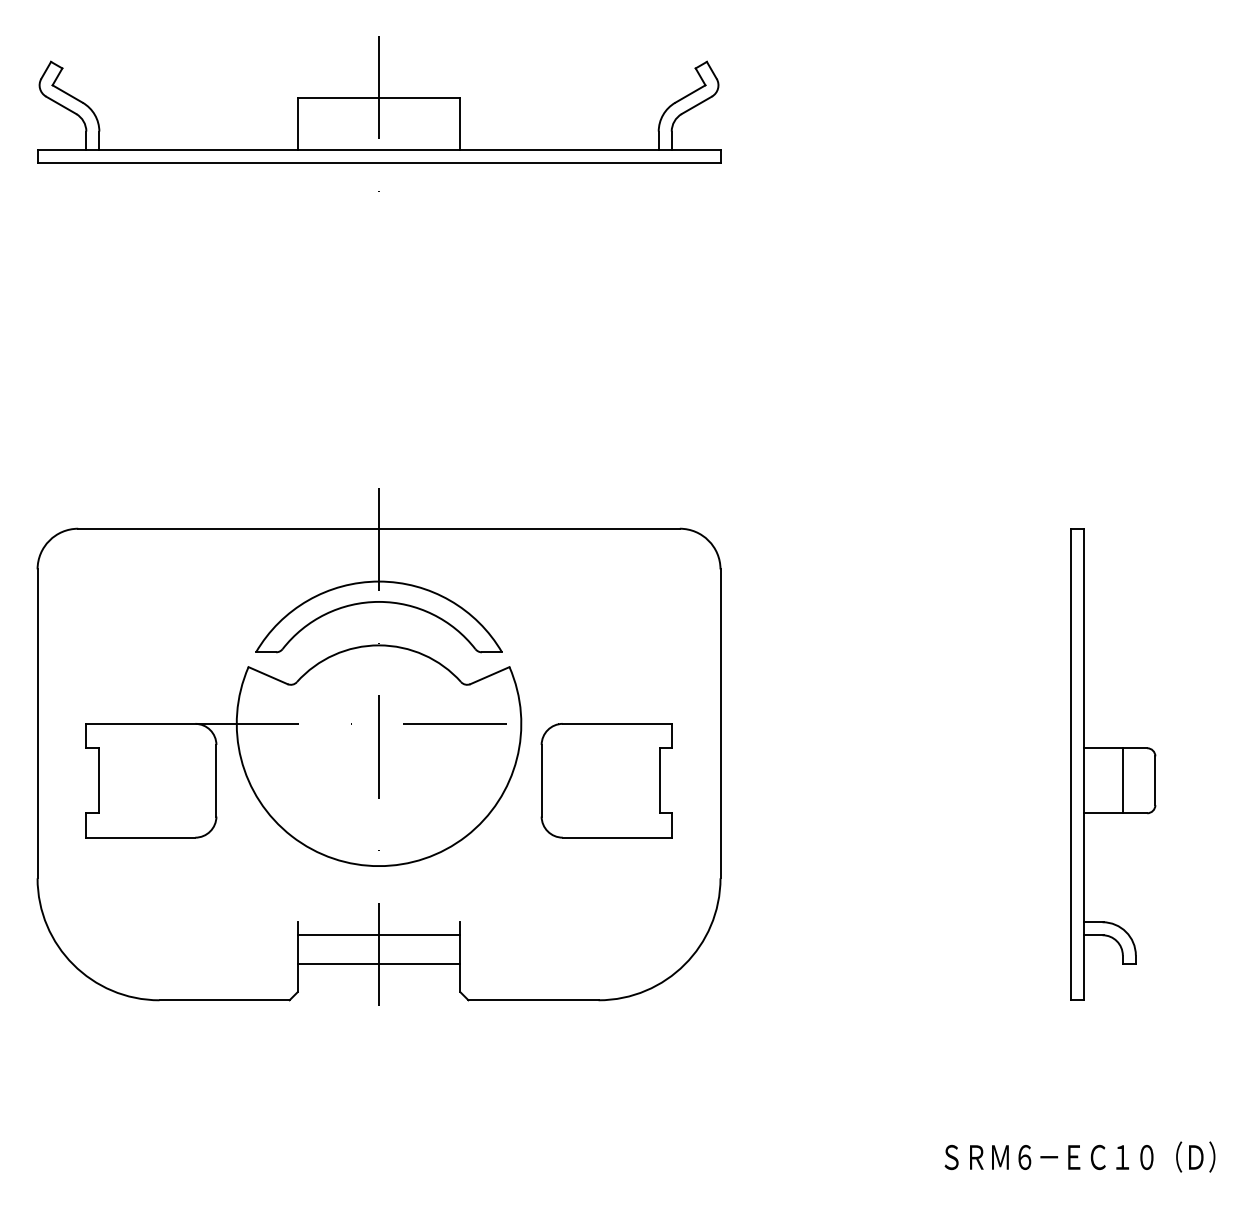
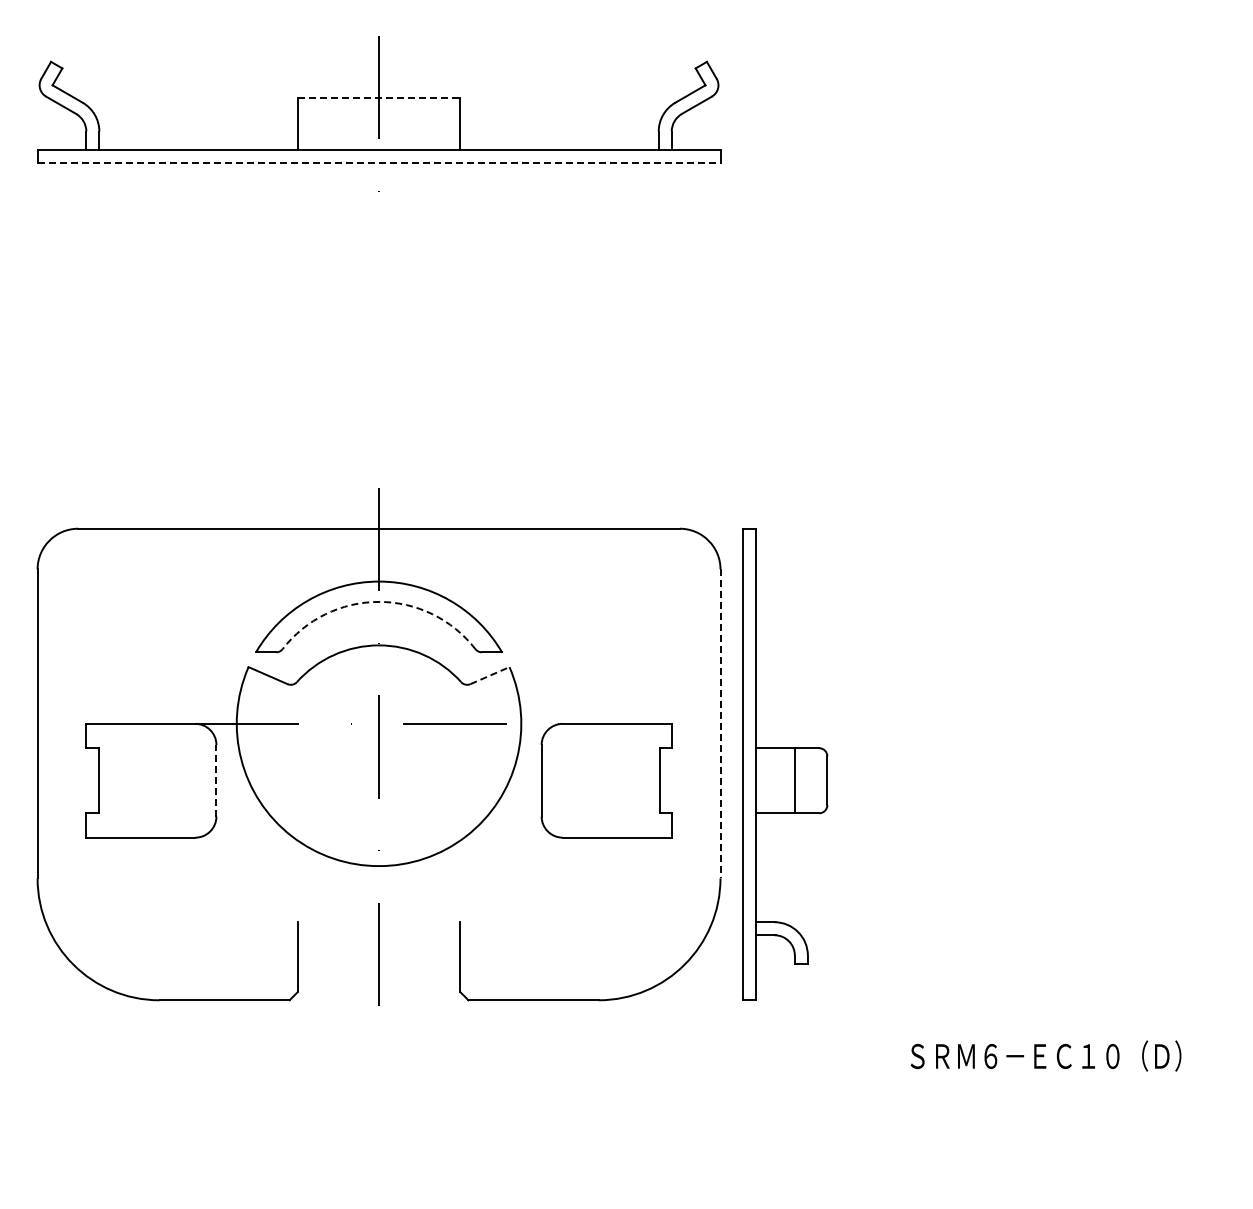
line at (379, 97): solid -> dashed
line at (379, 162): solid -> dashed
arc at (379, 601): solid -> dashed
line at (490, 675): solid -> dashed
line at (720, 724): solid -> dashed
part at (1113, 764) position: (1113, 764) -> (785, 764)
line at (216, 780): solid -> dashed
line at (378, 935): present -> none
line at (378, 963): present -> none
text at (1079, 1156) position: (1079, 1156) -> (1045, 1055)
